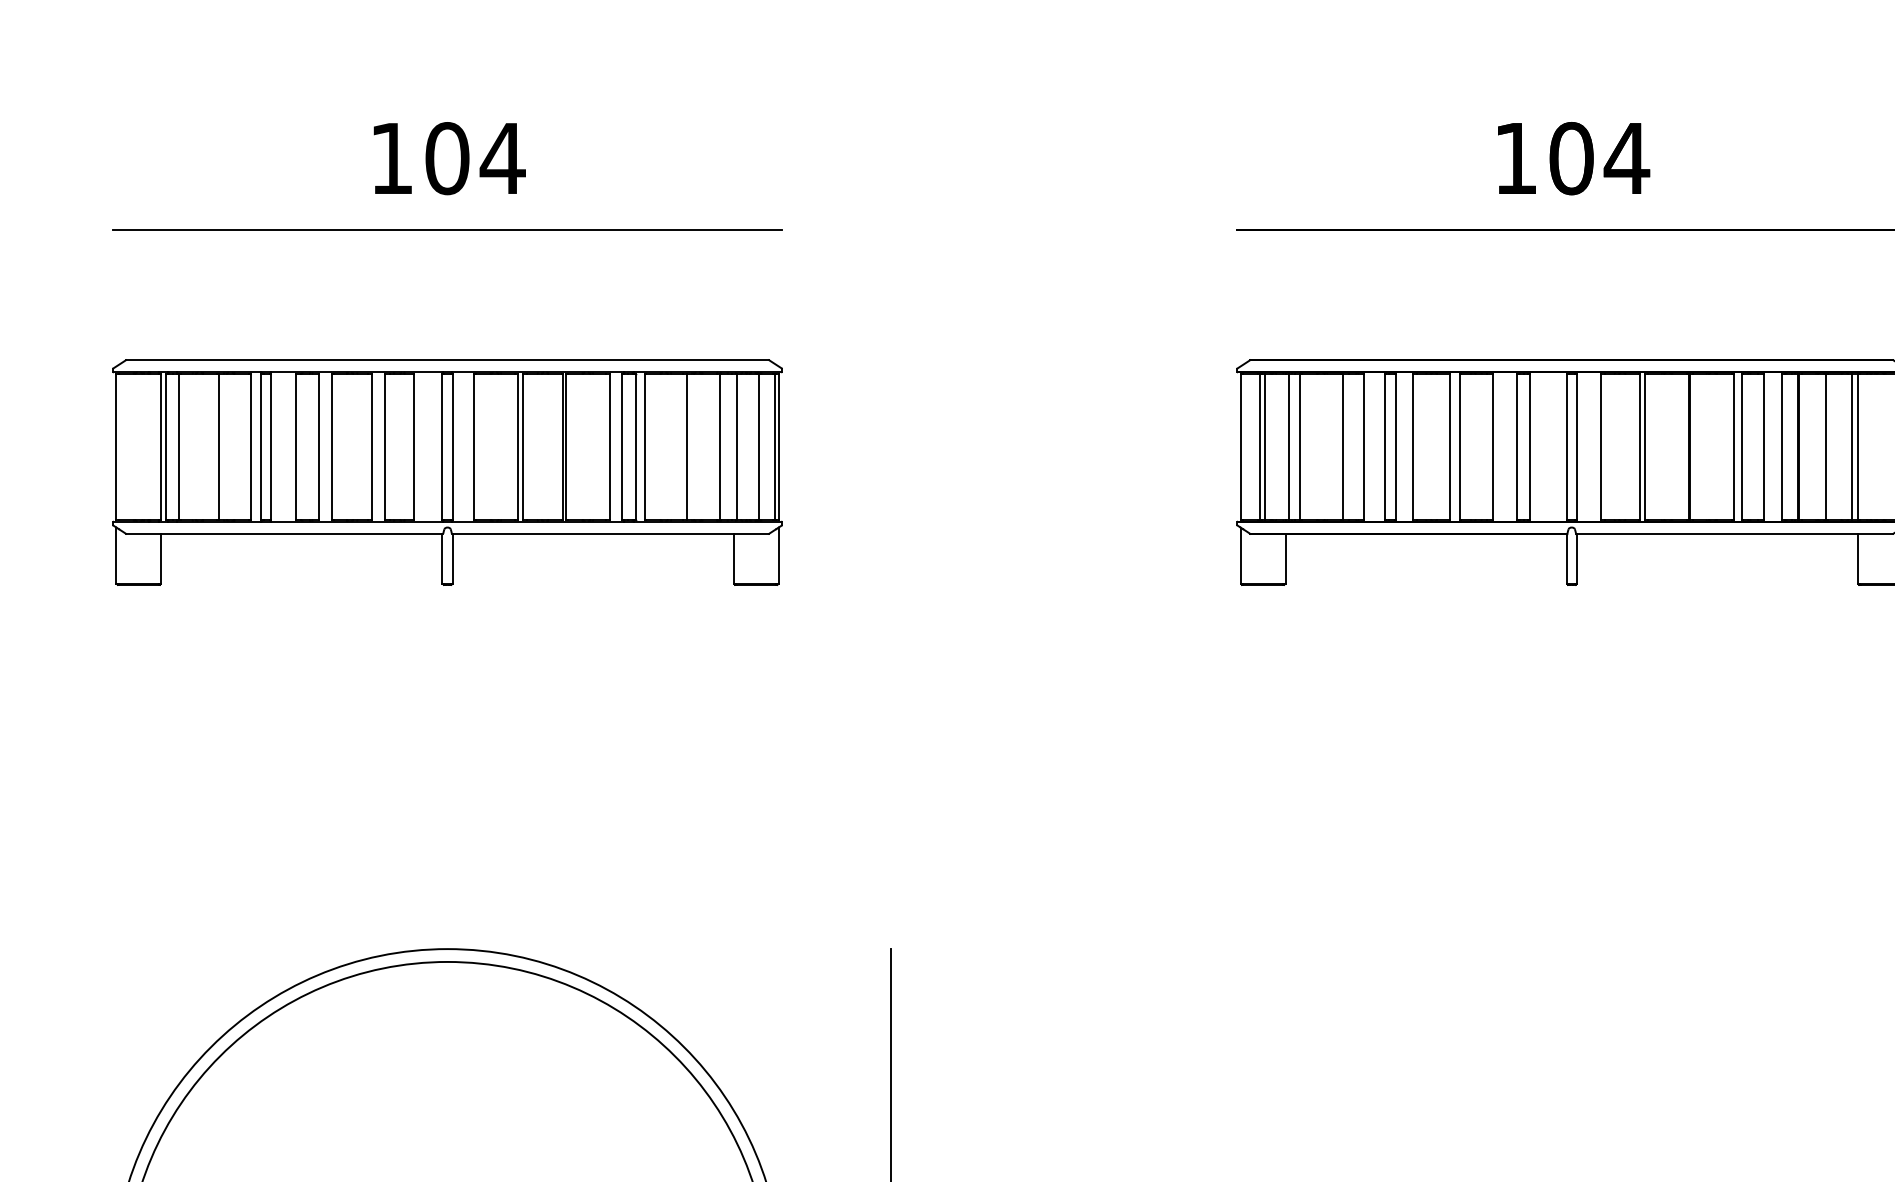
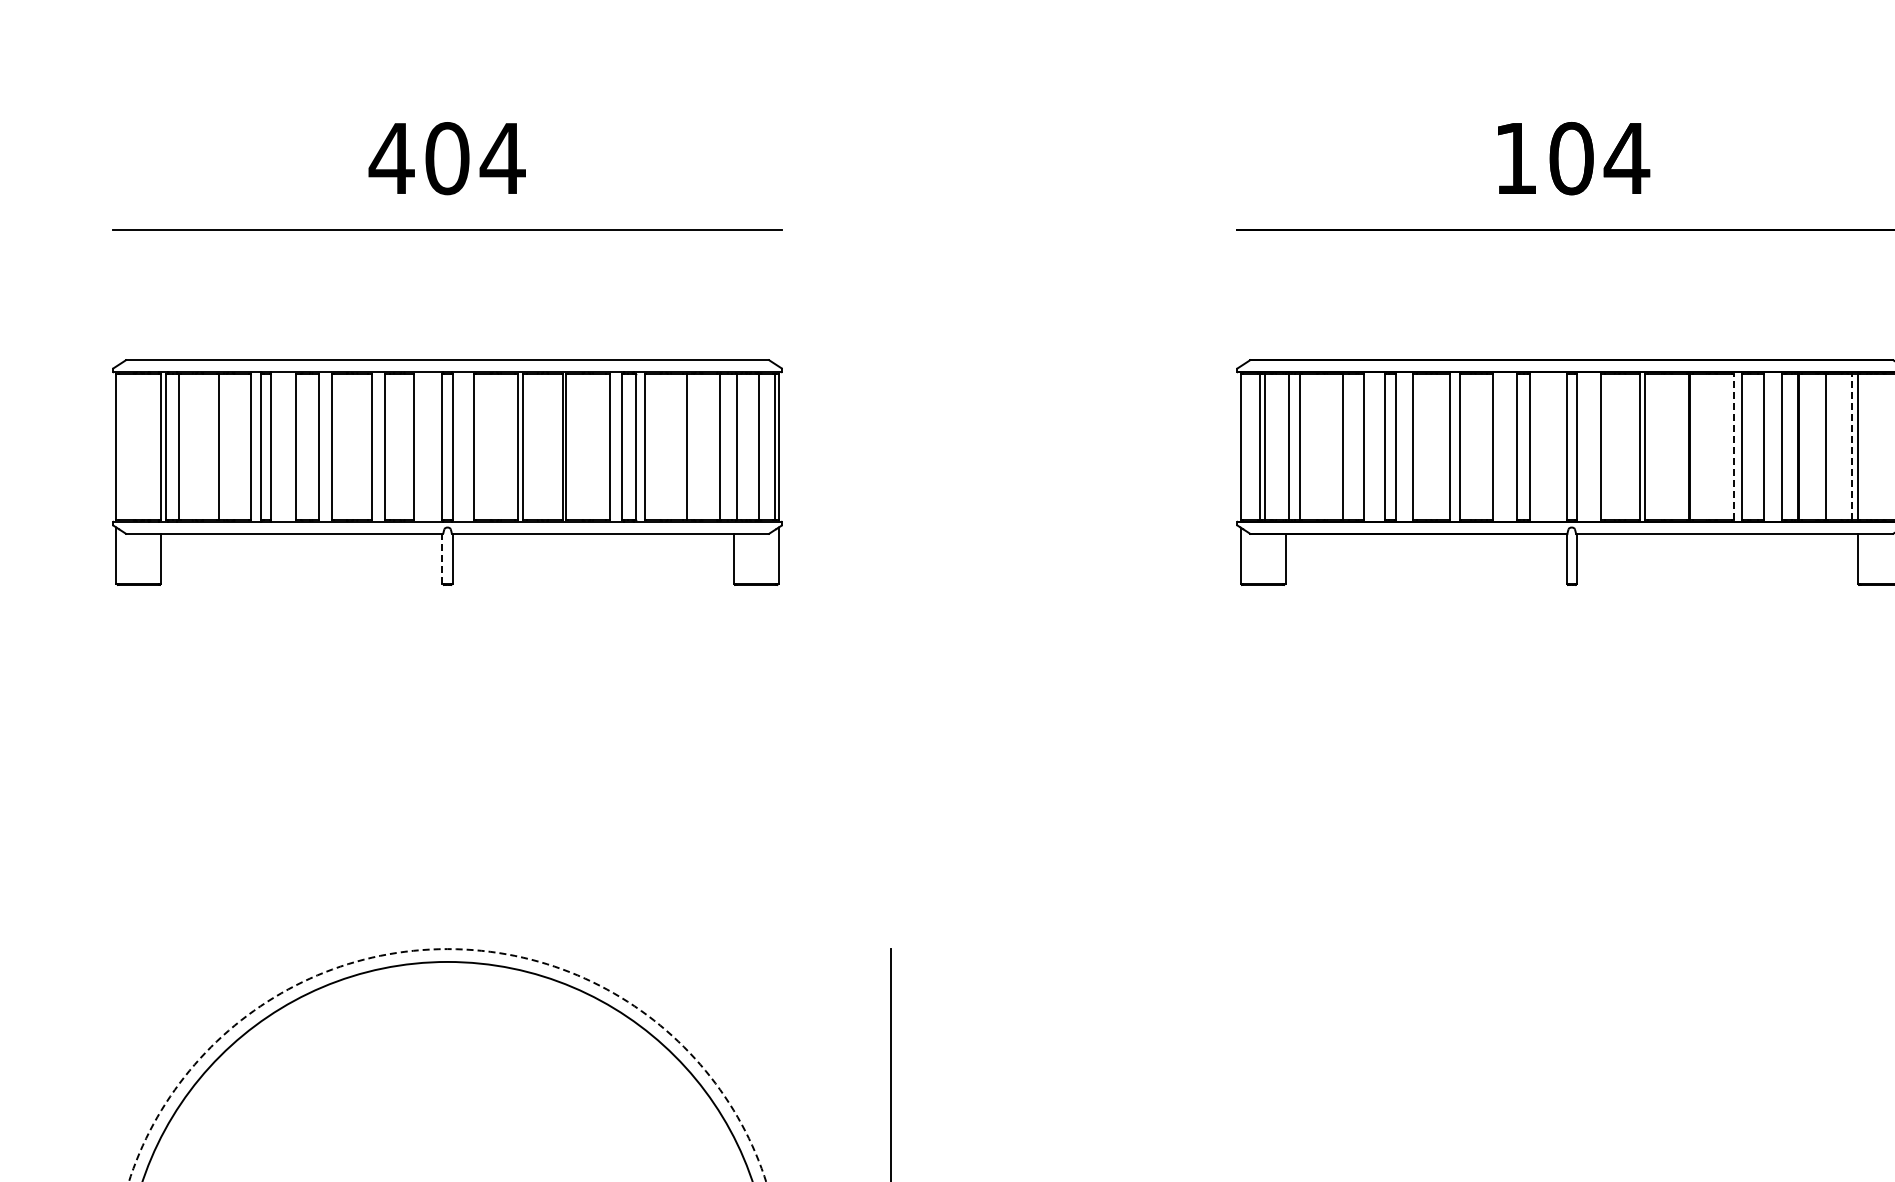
text at (391, 158): 104 -> 404
line at (1734, 446): solid -> dashed
line at (1852, 446): solid -> dashed
line at (442, 558): solid -> dashed
circle at (447, 1065): solid -> dashed
